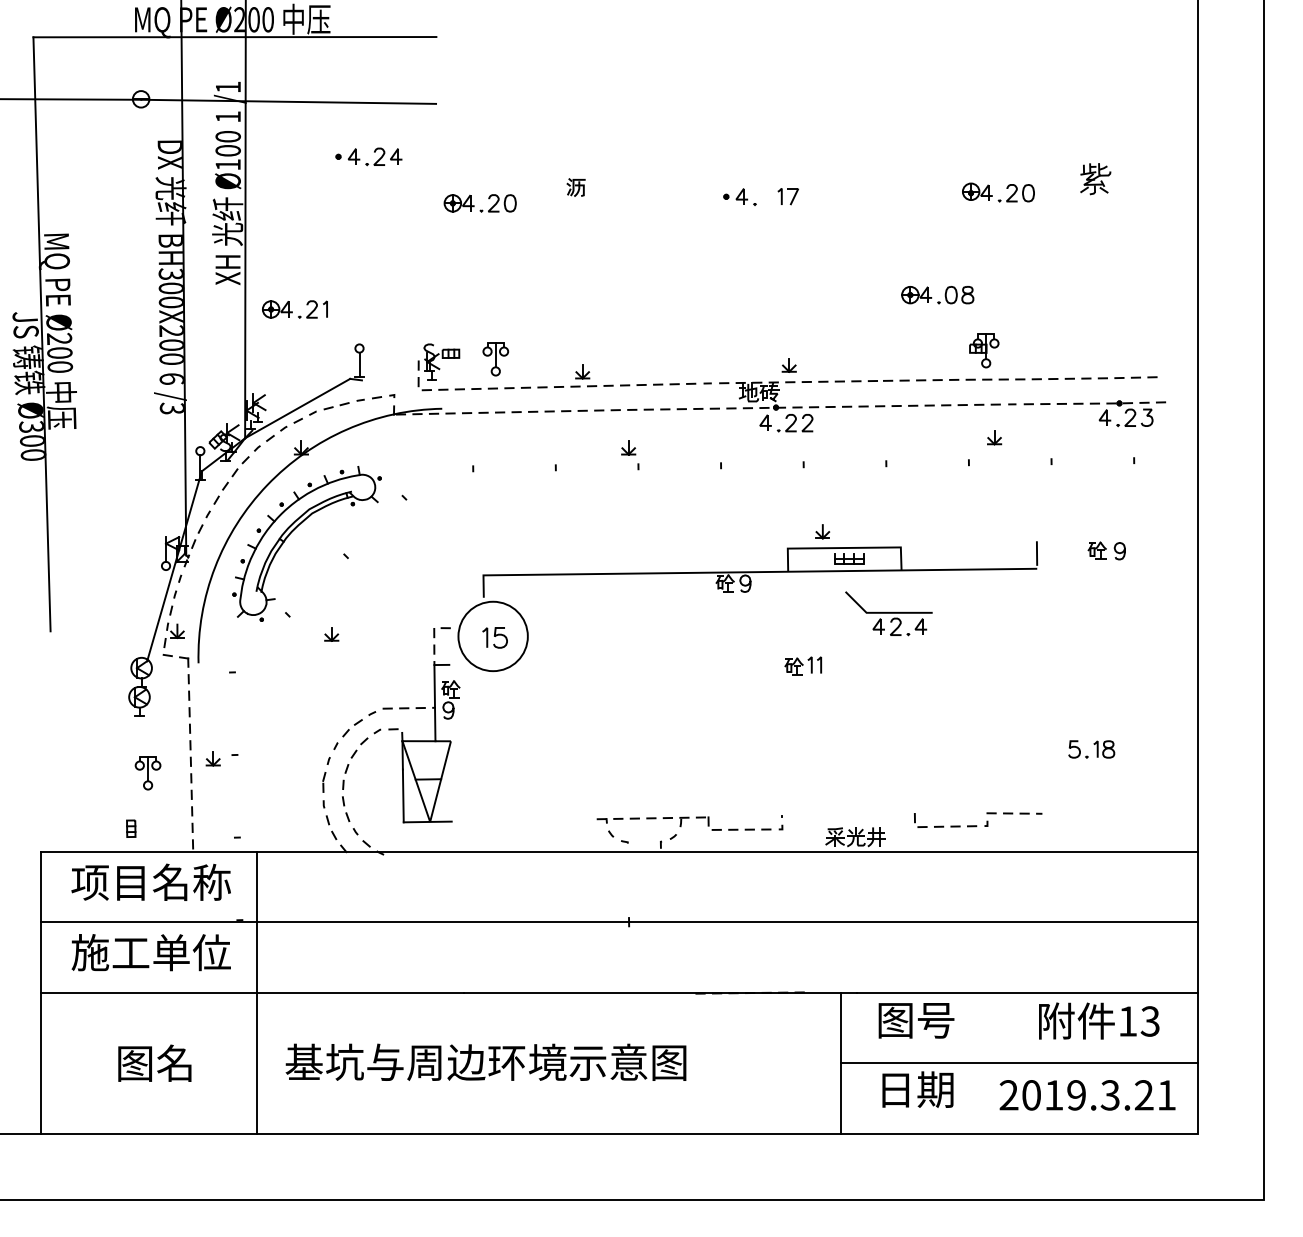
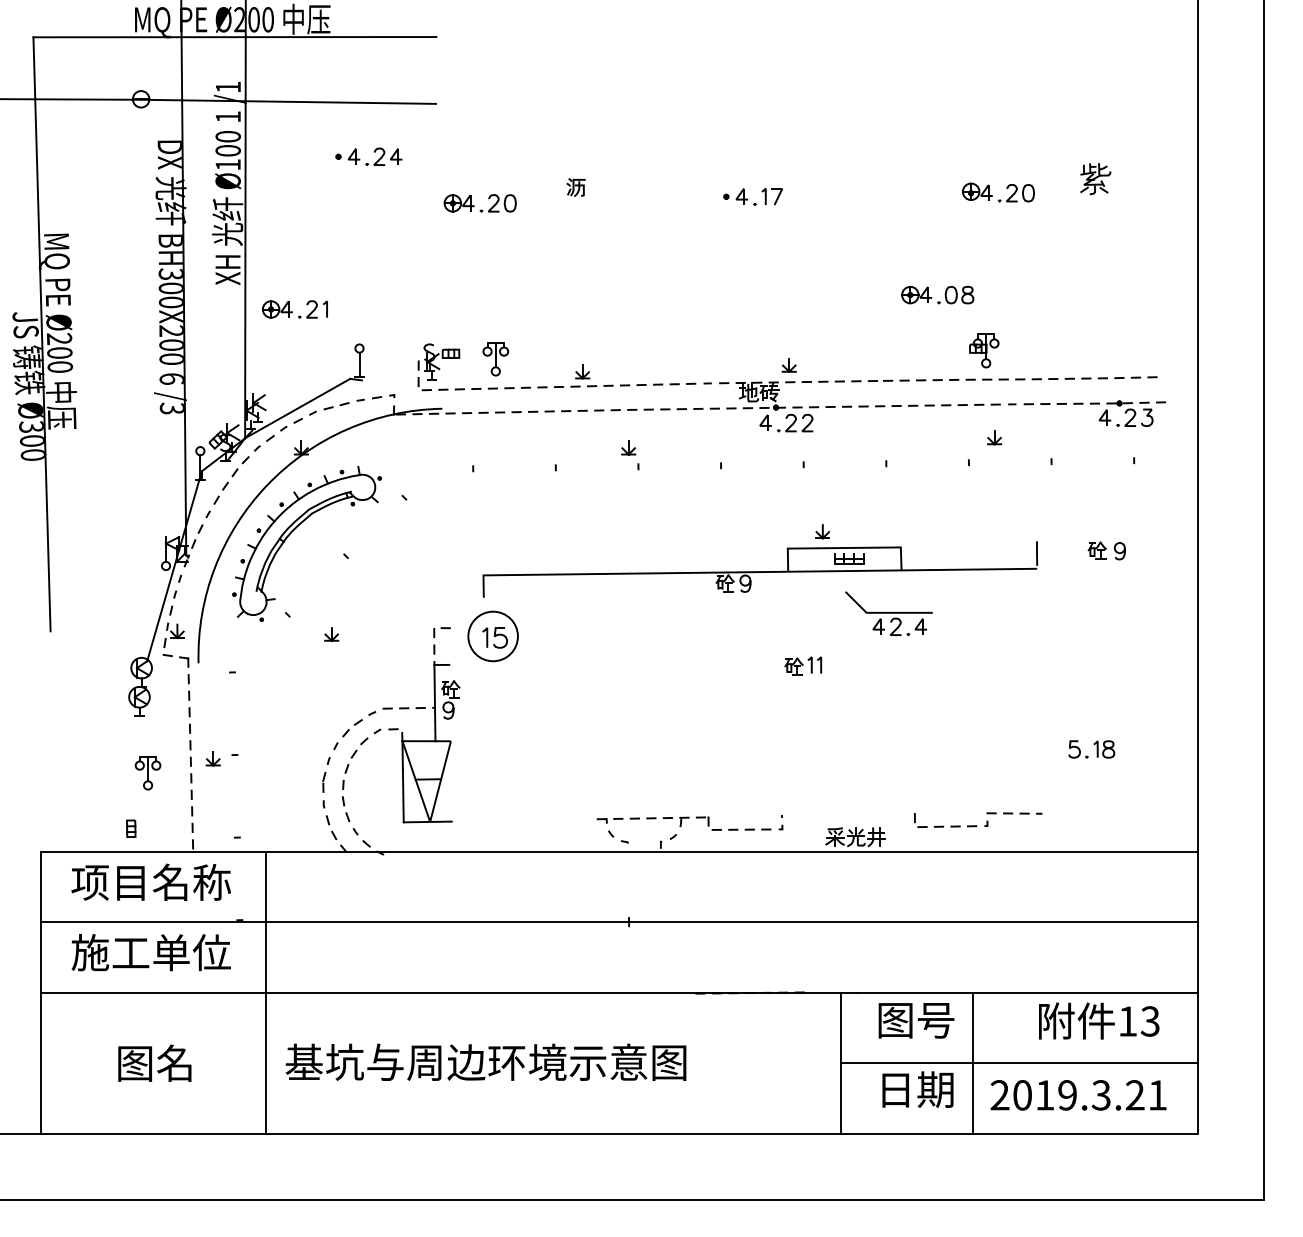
part at (787, 196) position: (787, 196) -> (771, 196)
circle at (492, 636) diameter: 69 px -> 50 px
line at (256, 992) position: (256, 992) -> (265, 992)
line at (973, 1062): none -> present
text at (1087, 1095) position: (1087, 1095) -> (1078, 1095)
